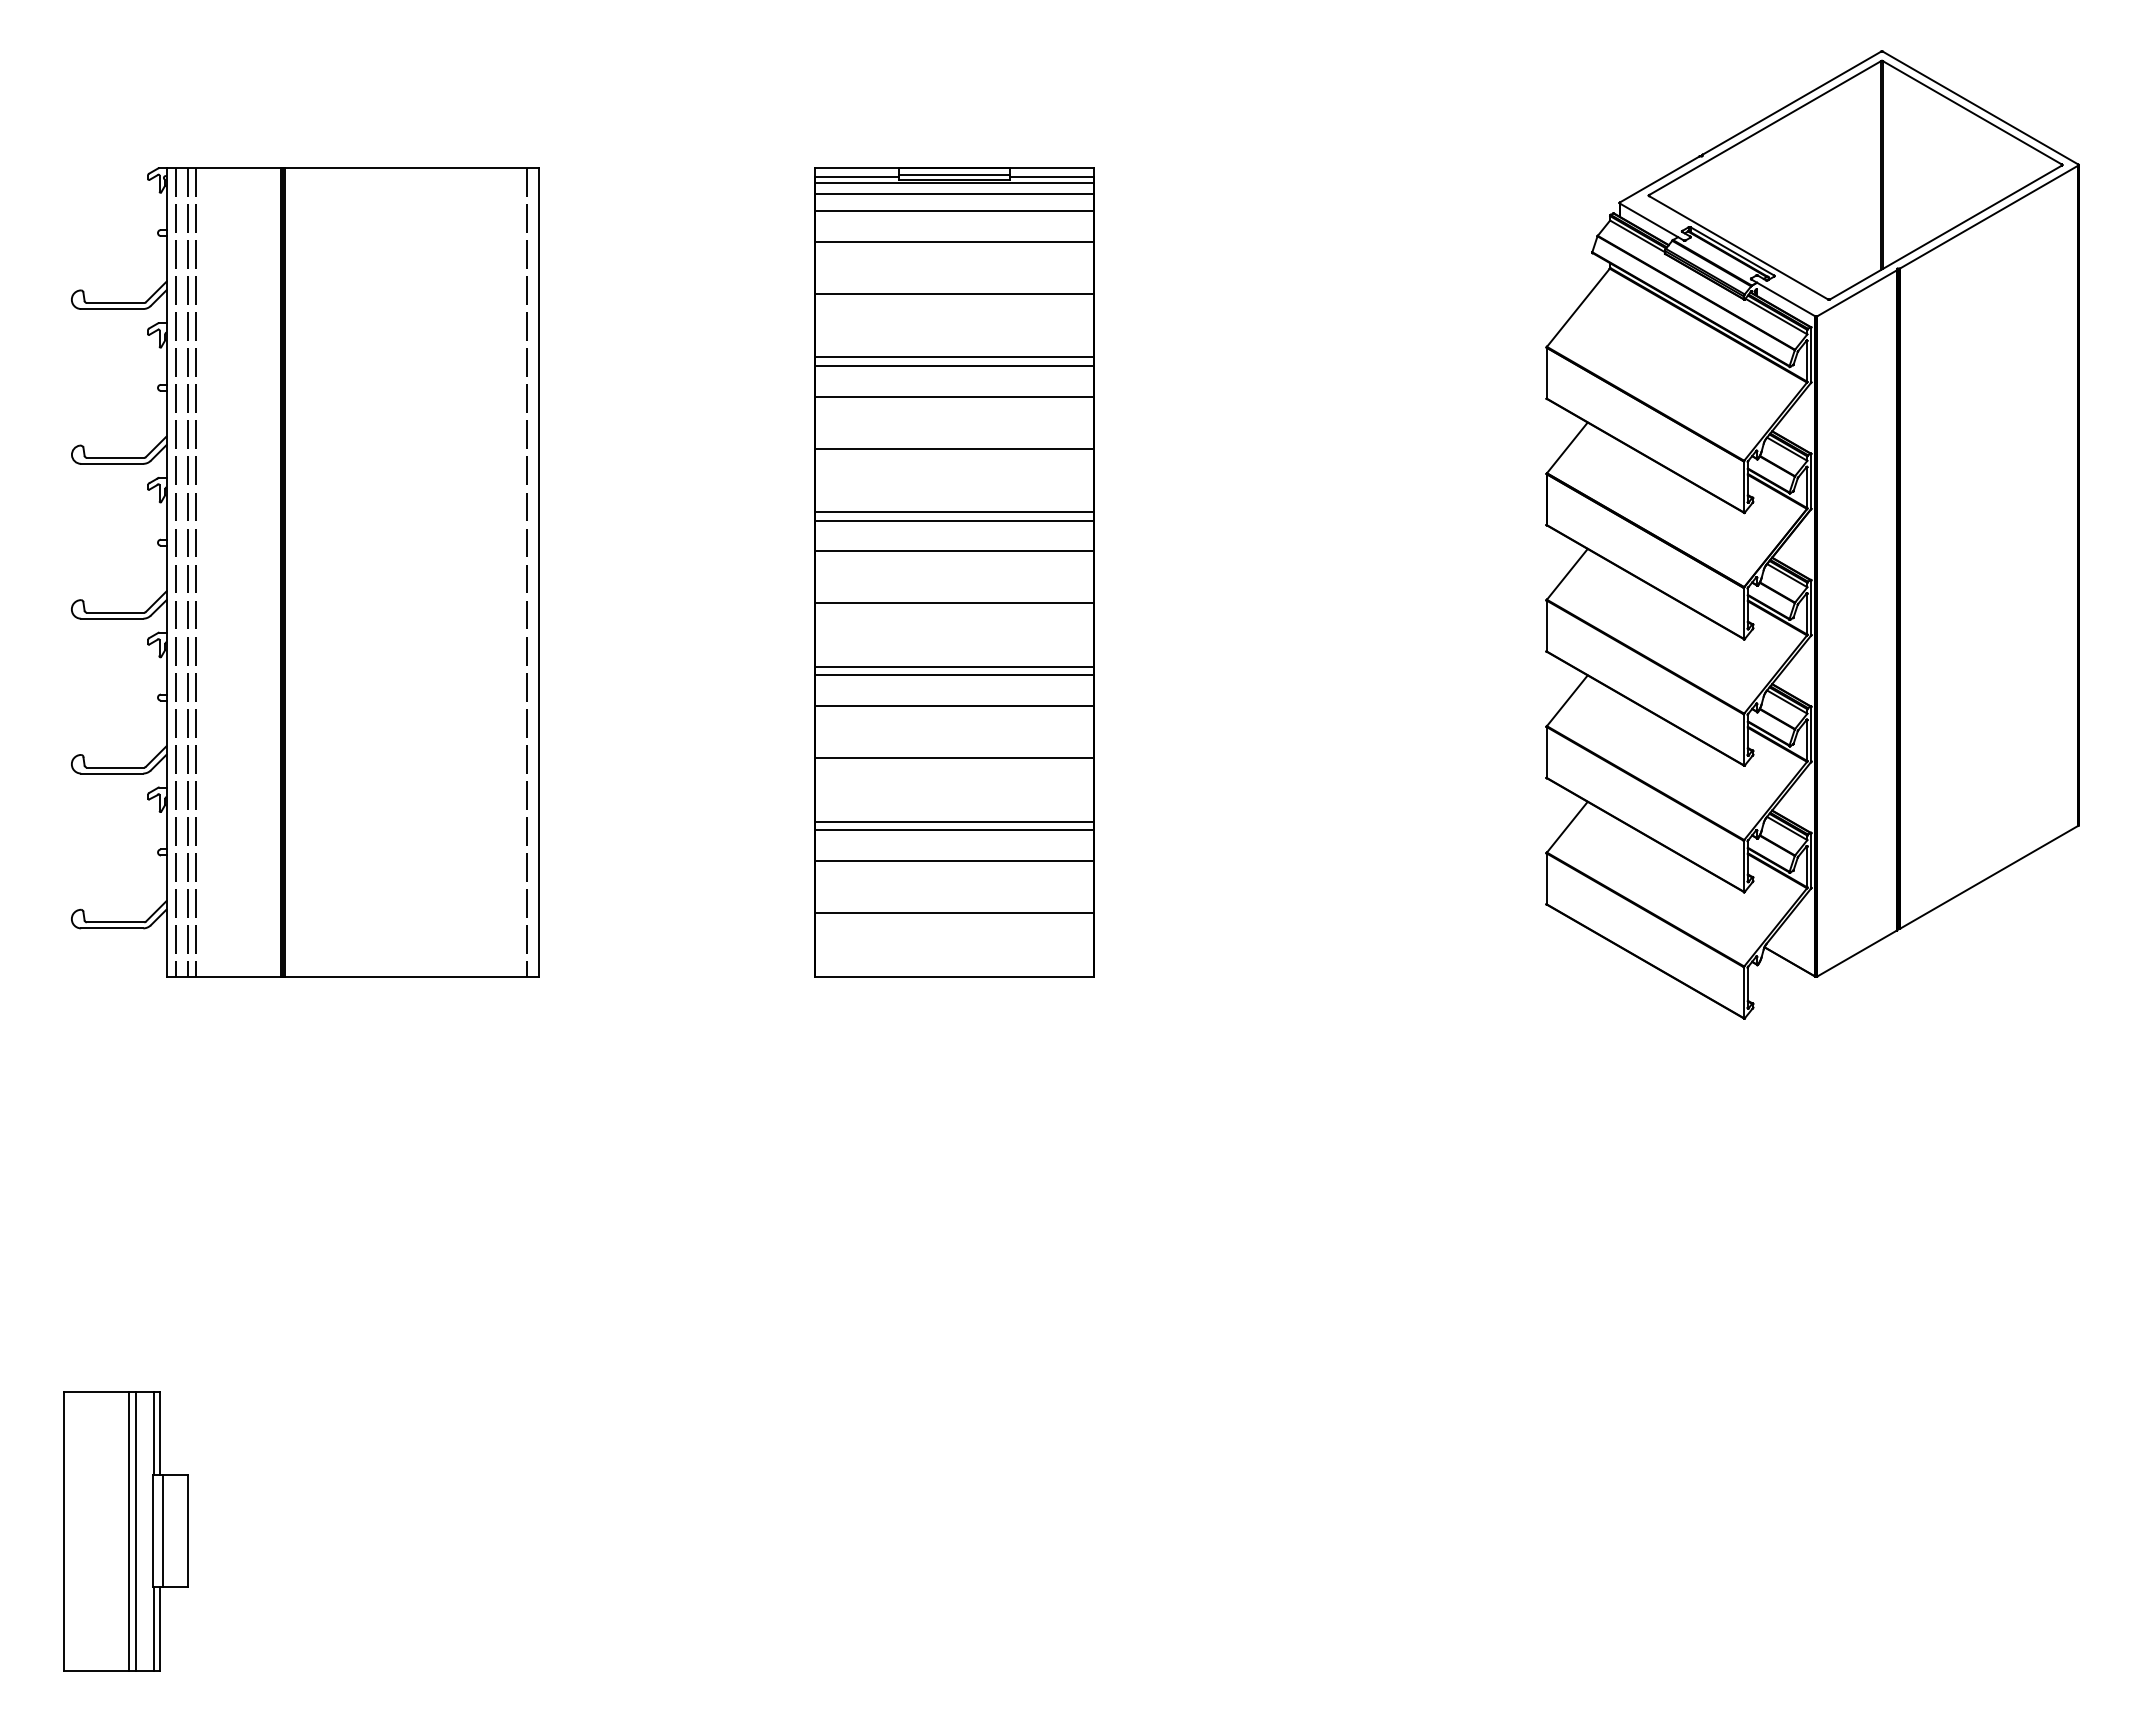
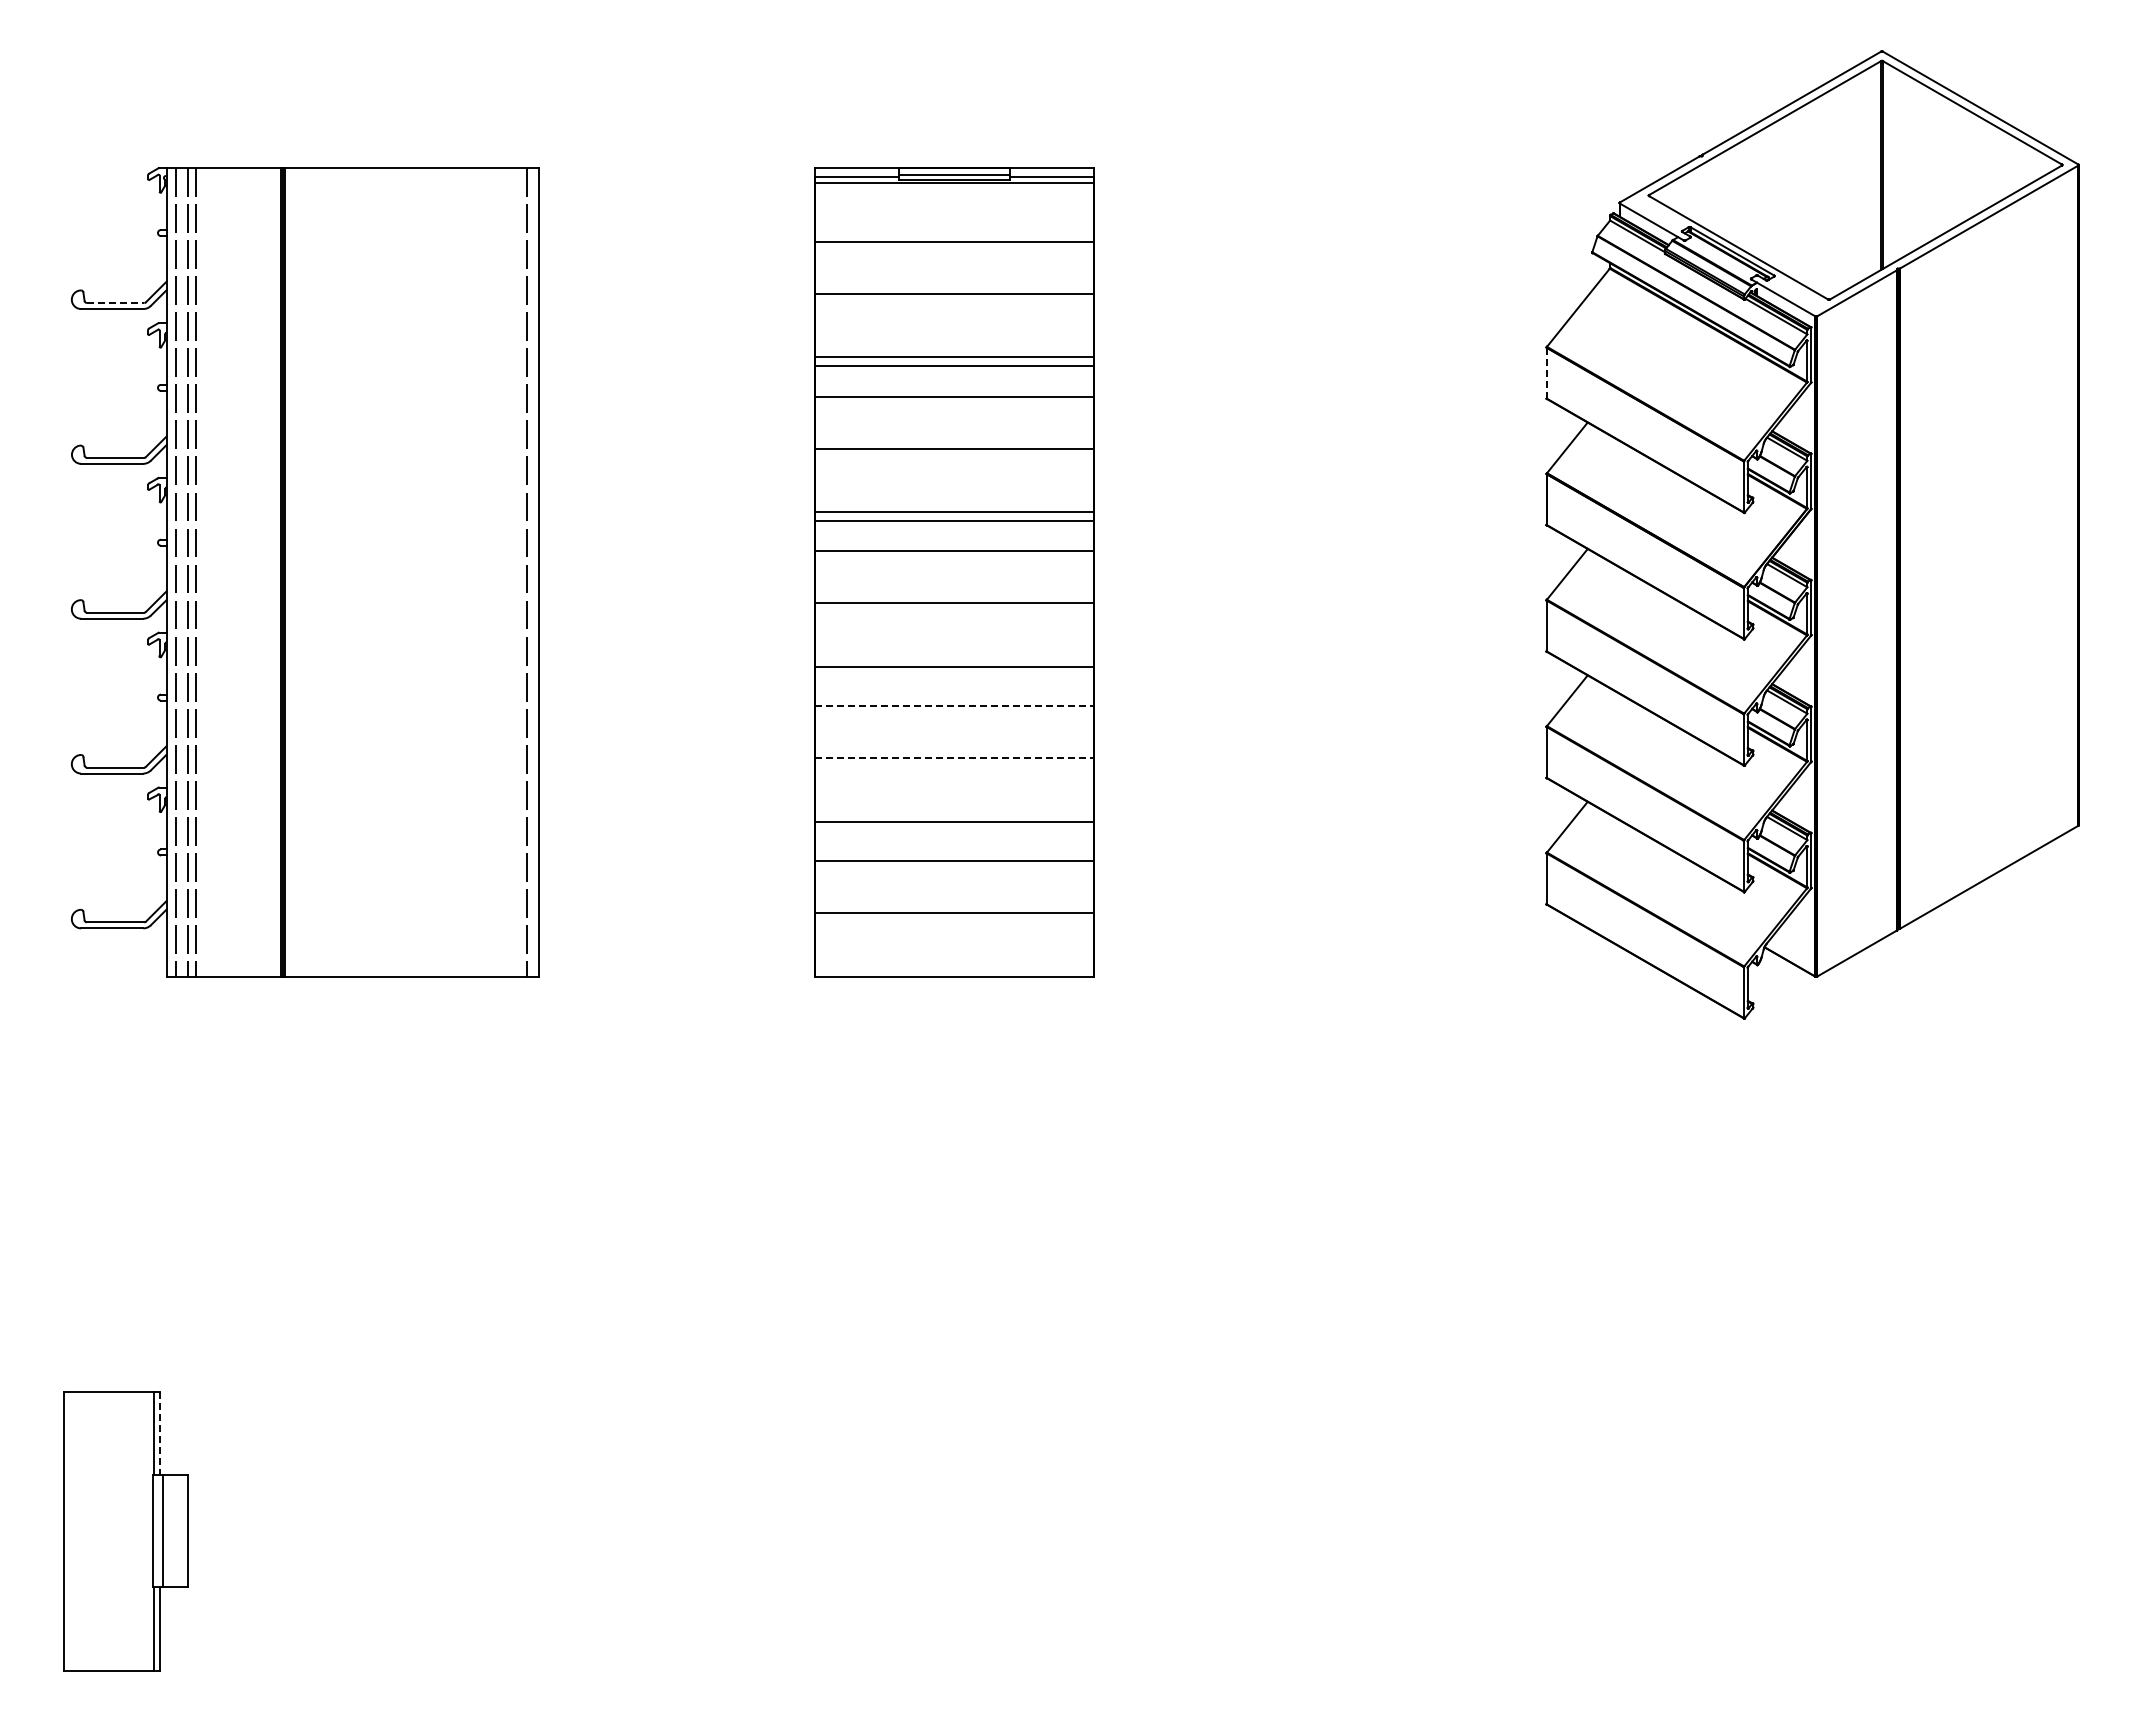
line at (953, 193): present -> none
line at (953, 210): present -> none
line at (115, 302): solid -> dashed
line at (1546, 372): solid -> dashed
line at (953, 675): present -> none
line at (954, 706): solid -> dashed
line at (954, 758): solid -> dashed
line at (953, 830): present -> none
line at (159, 1433): solid -> dashed
line at (128, 1530): present -> none
line at (136, 1530): present -> none
